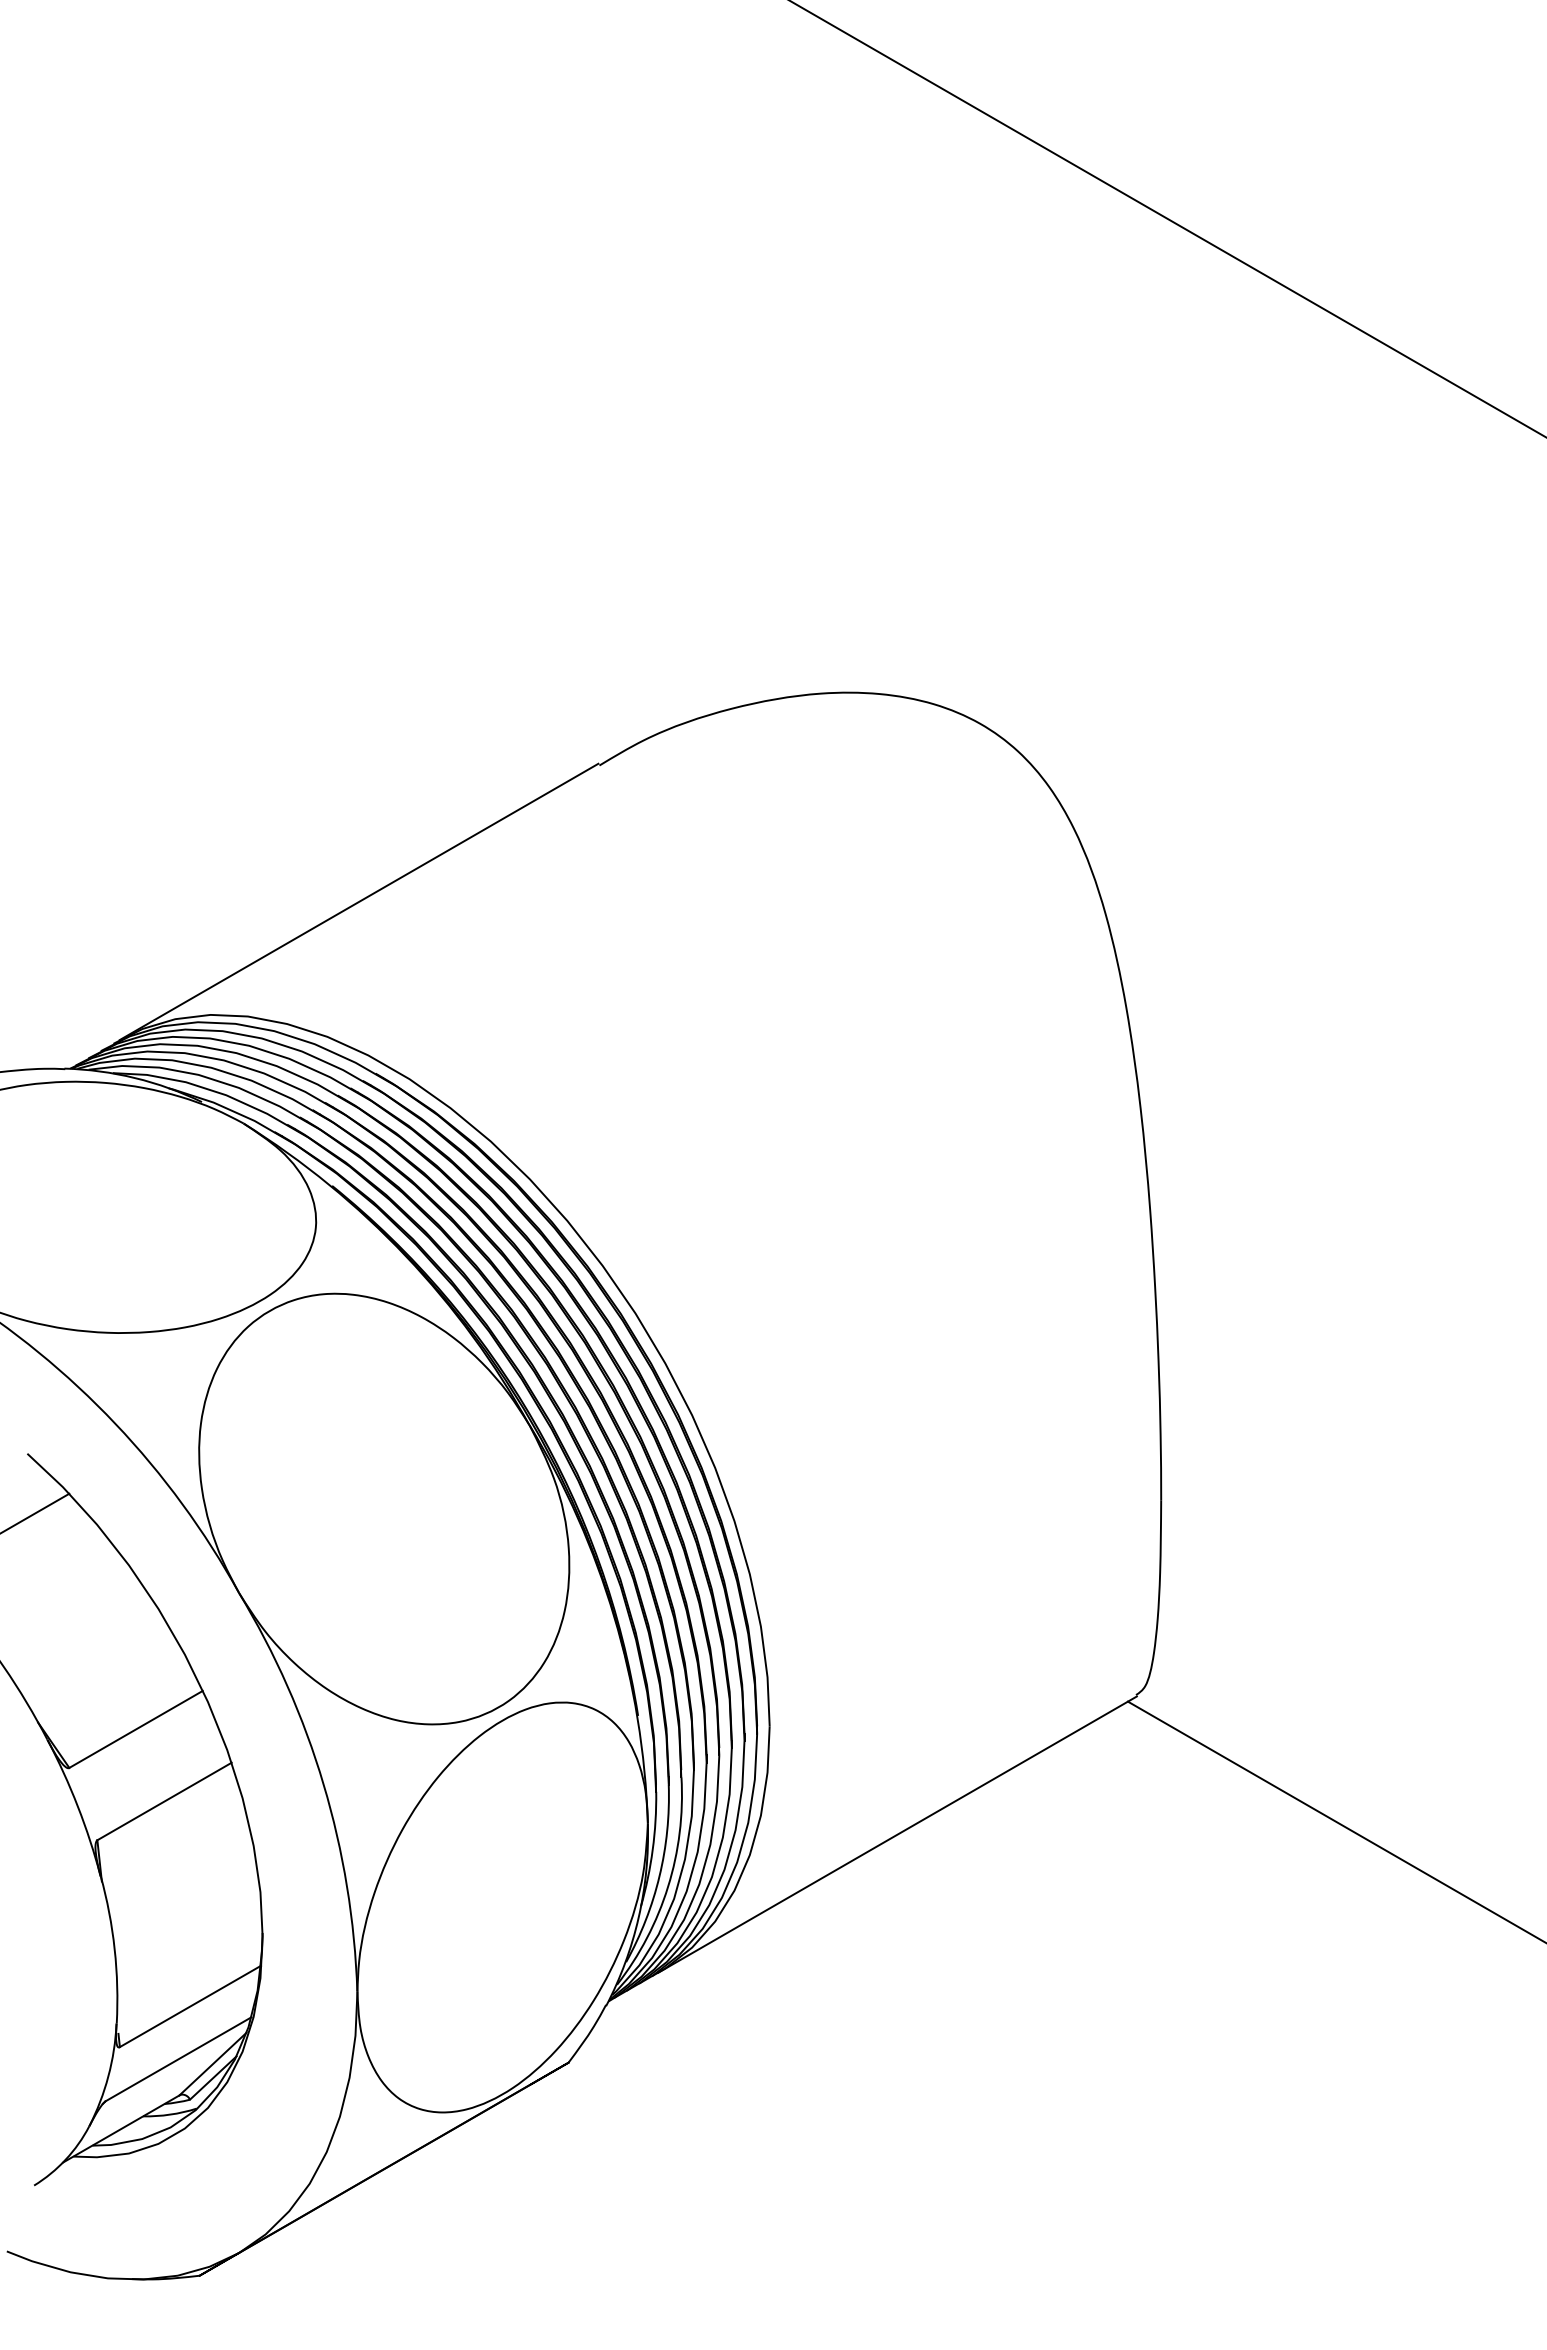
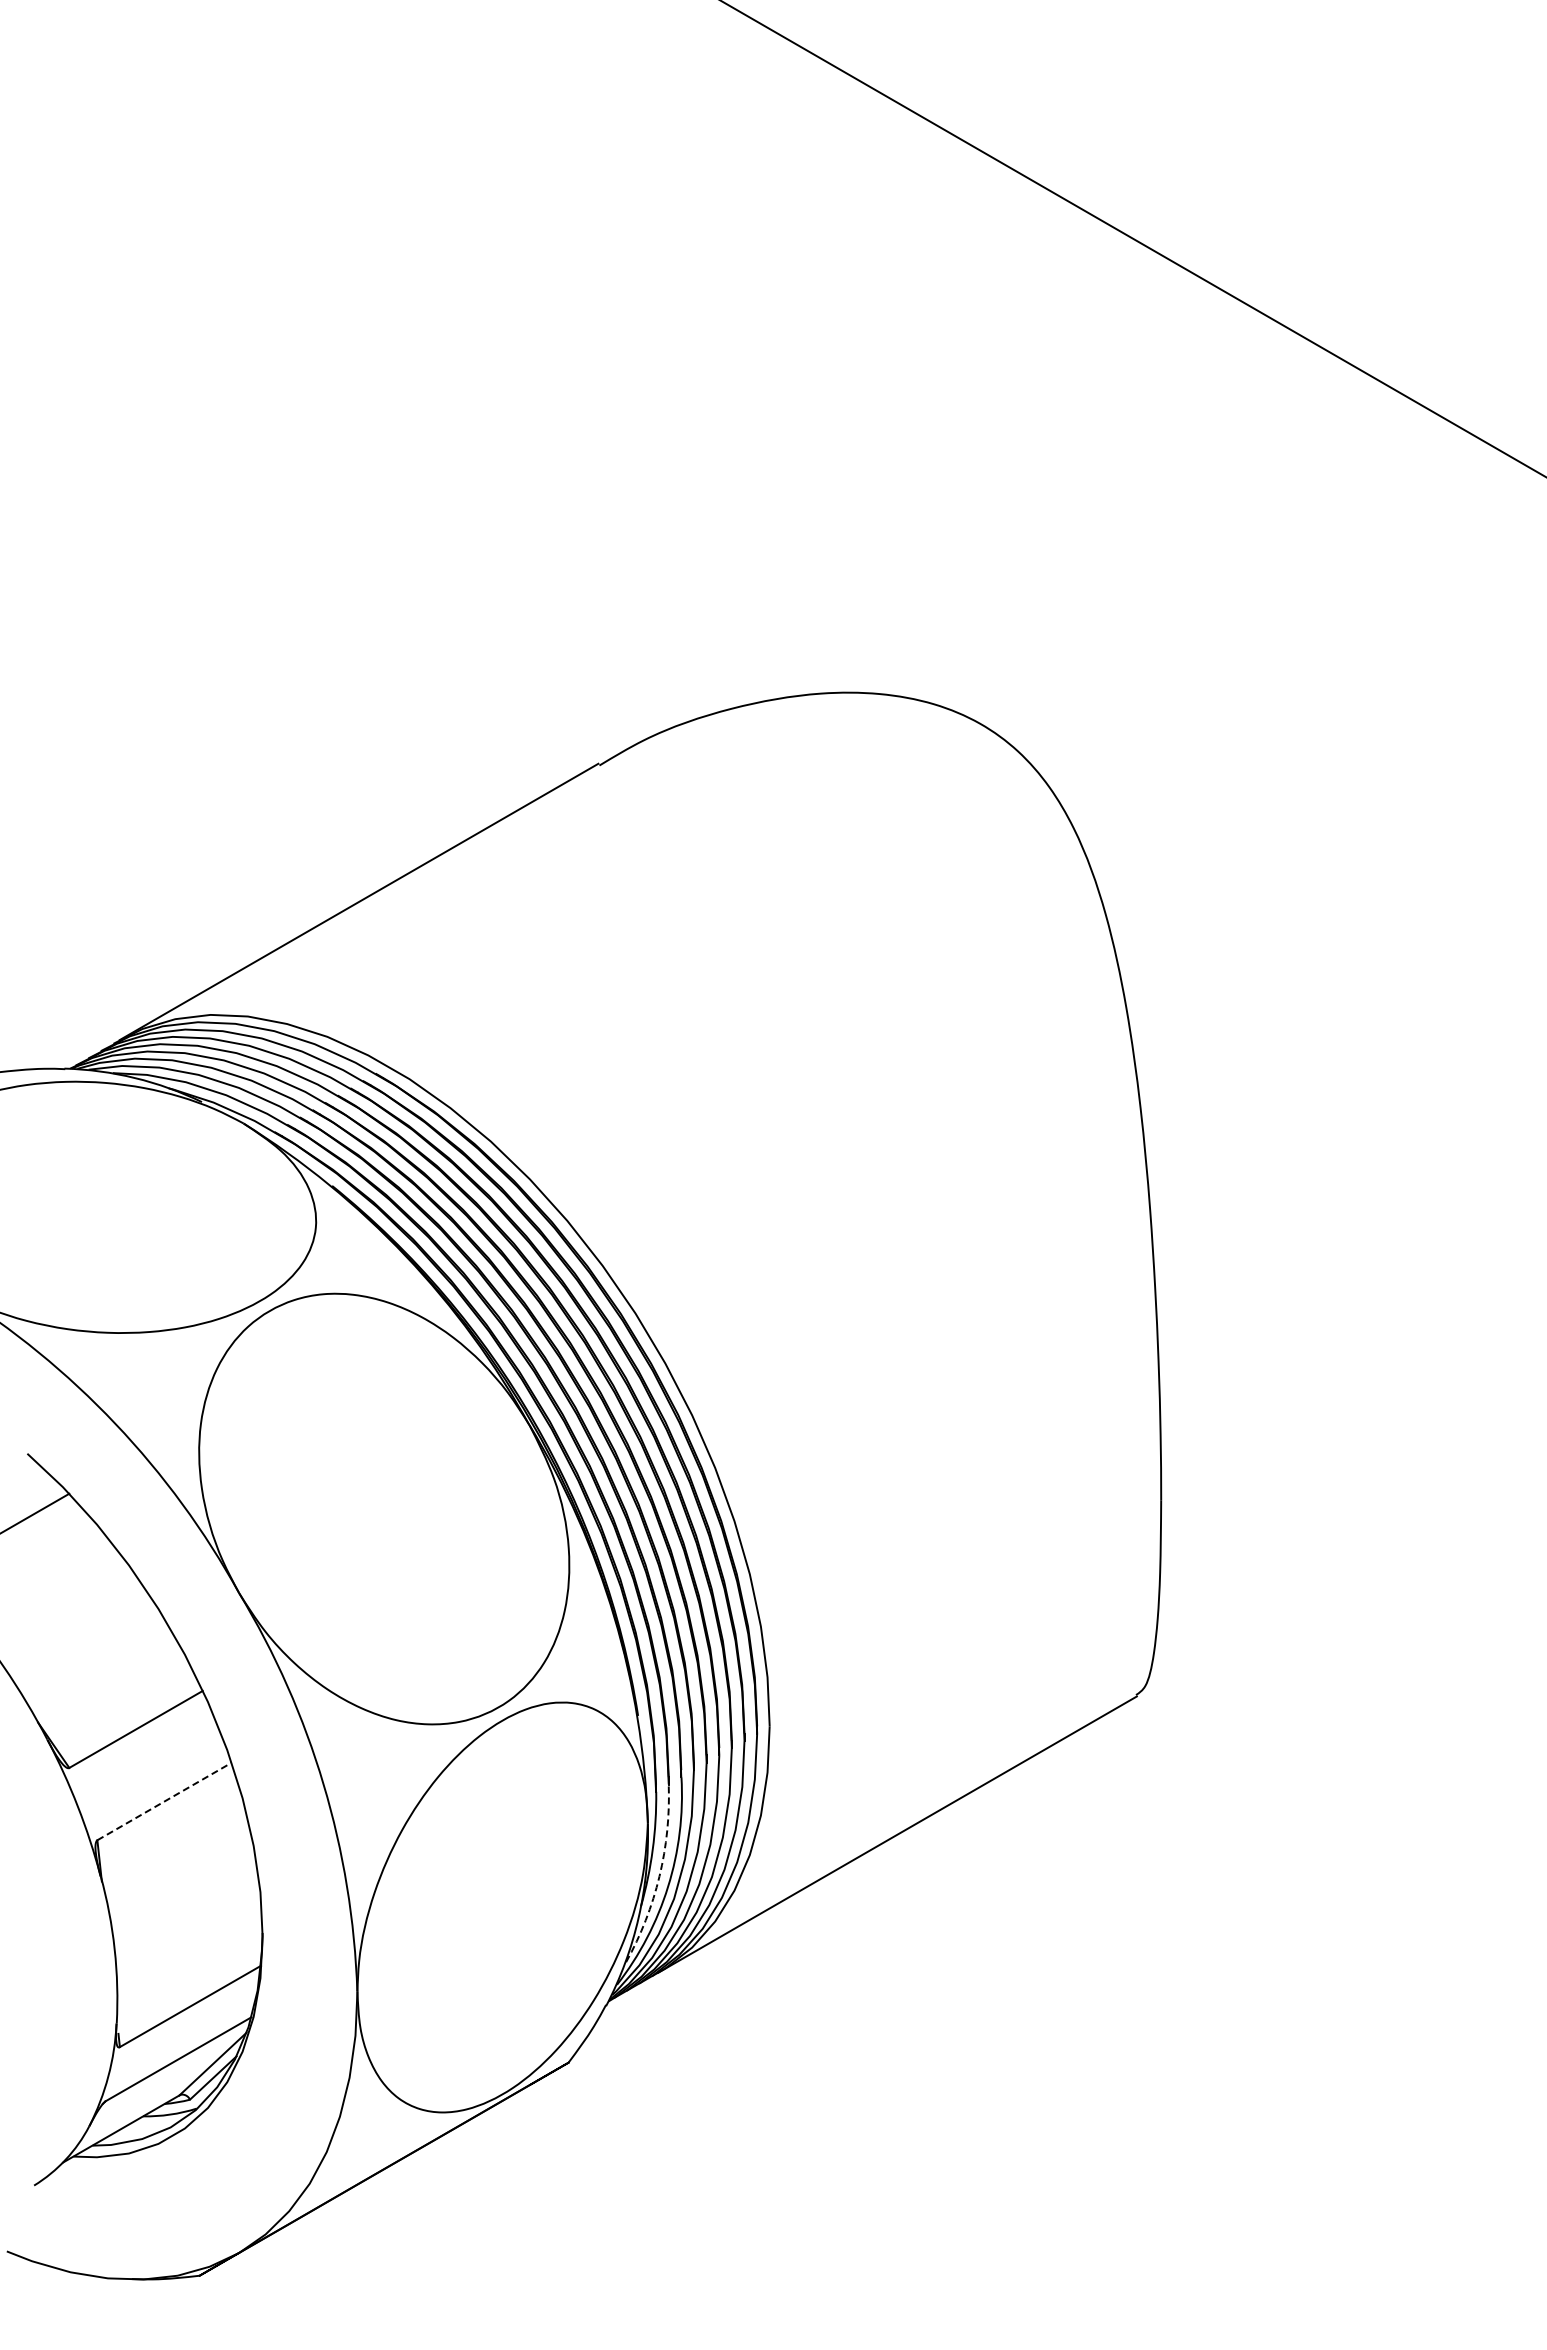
line at (1167, 219) position: (1167, 219) -> (1133, 238)
line at (164, 1801): solid -> dashed
line at (1335, 1821): present -> none
arc at (659, 1876): solid -> dashed
